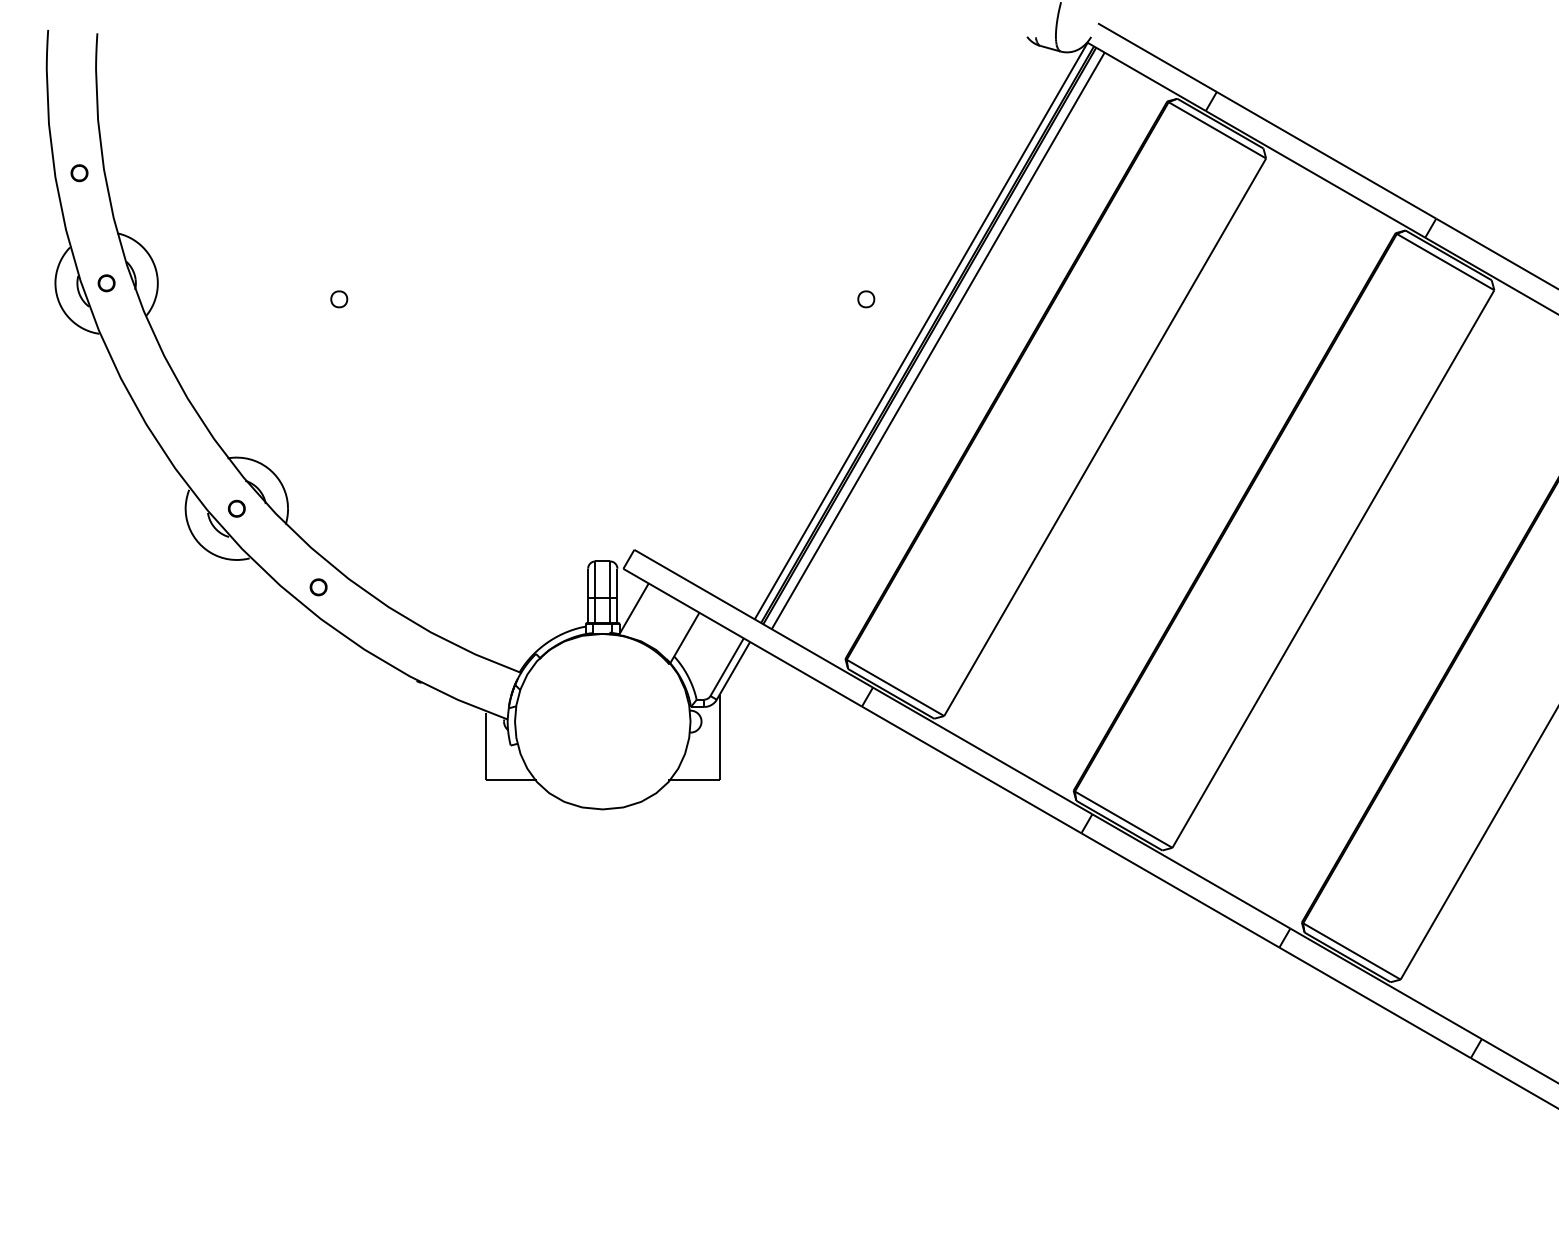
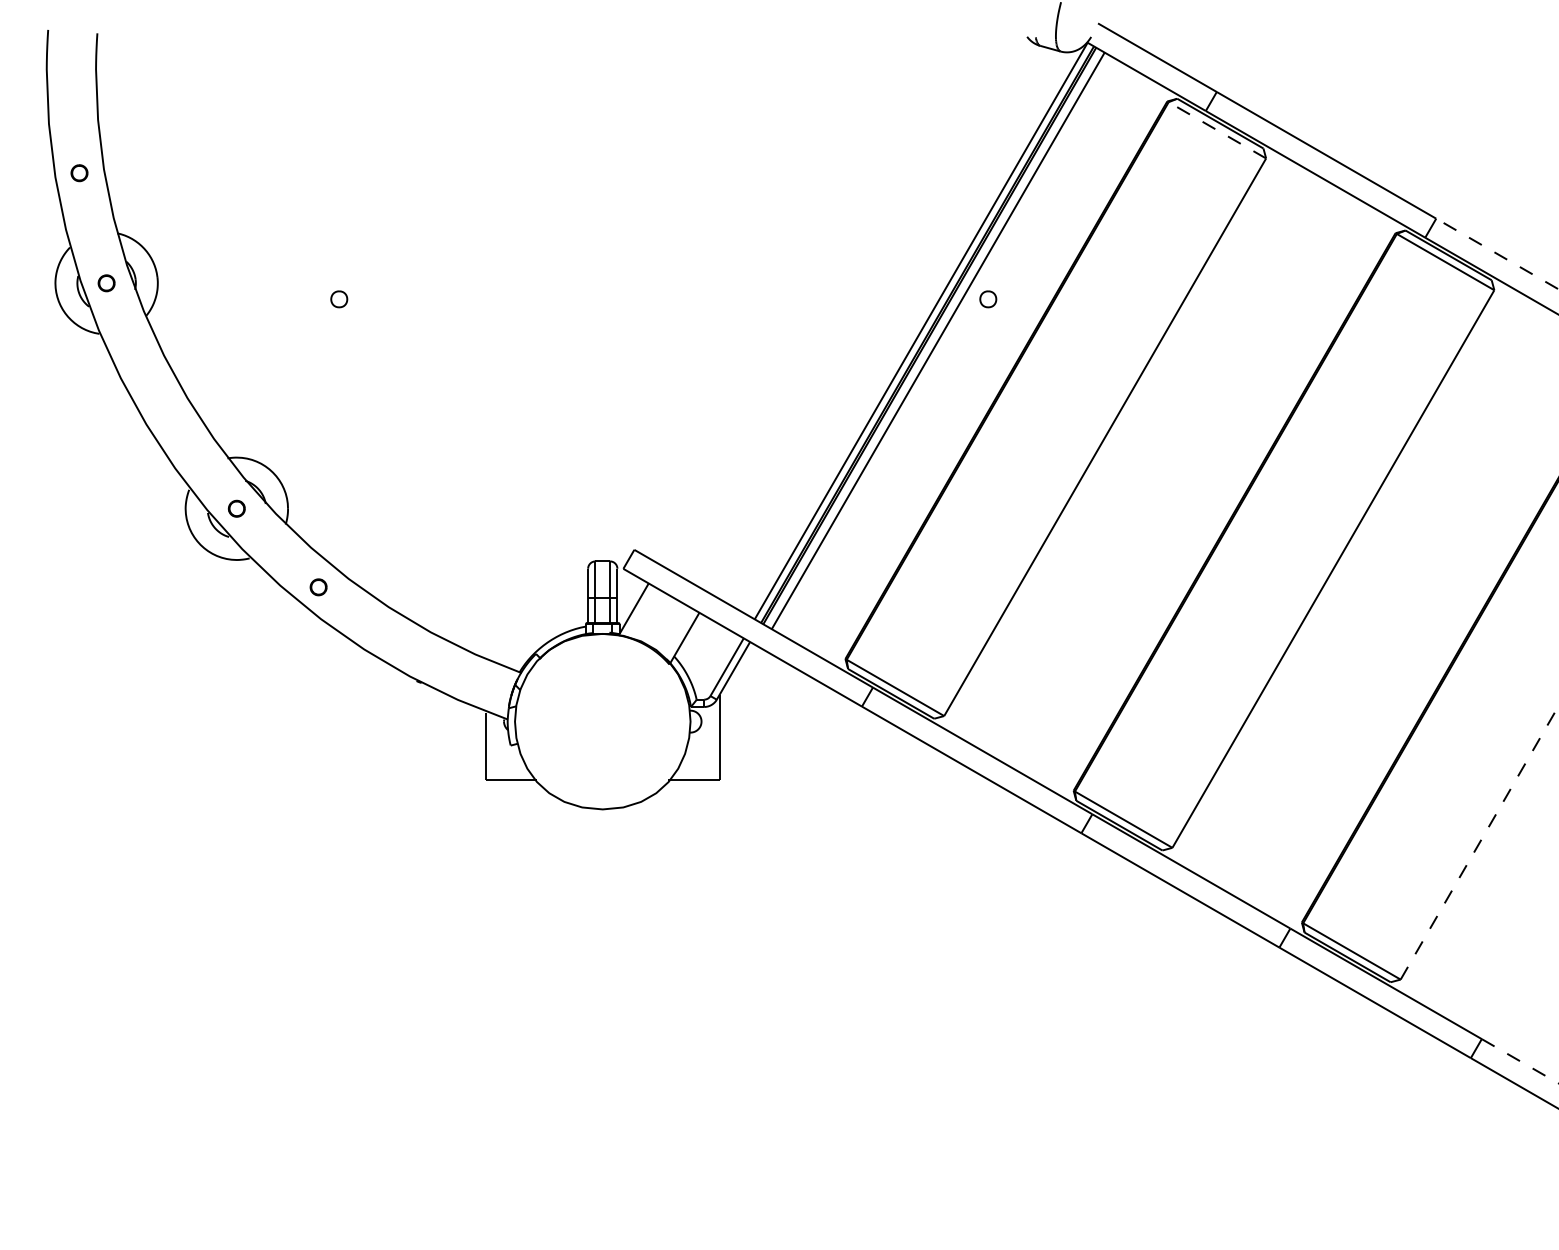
line at (1216, 130): solid -> dashed
line at (1496, 253): solid -> dashed
part at (866, 299) position: (866, 299) -> (988, 299)
line at (1479, 842): solid -> dashed
line at (1520, 1061): solid -> dashed
